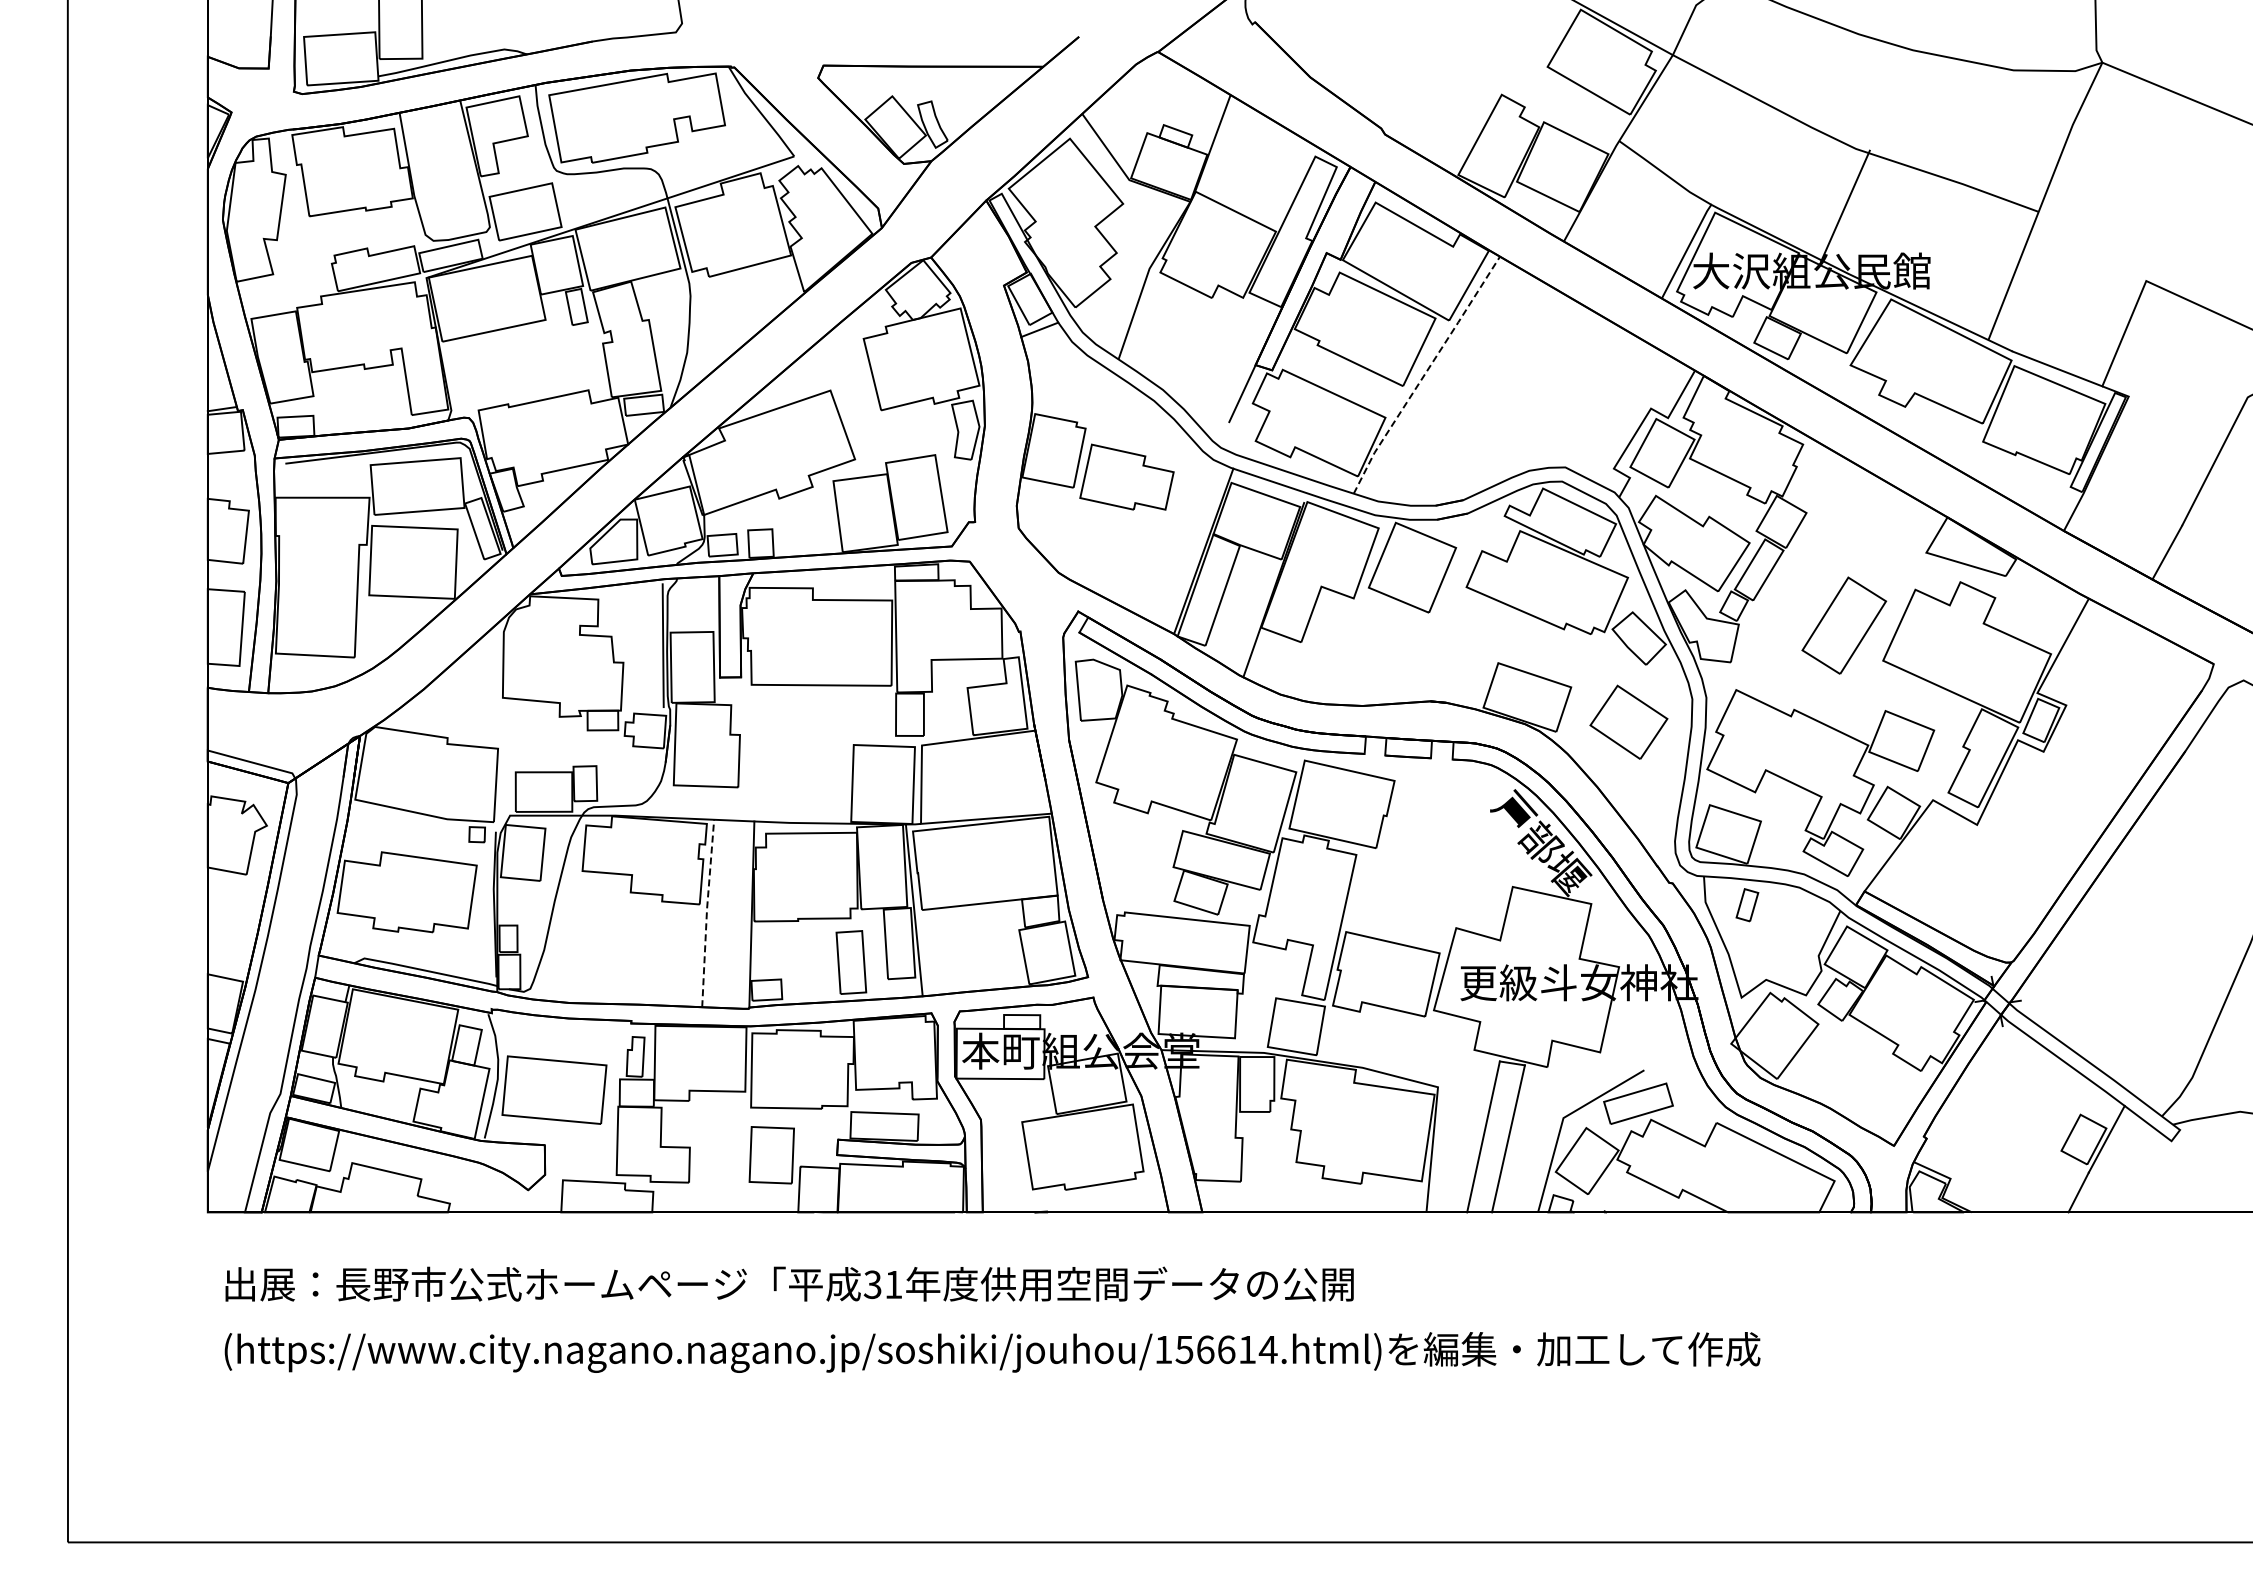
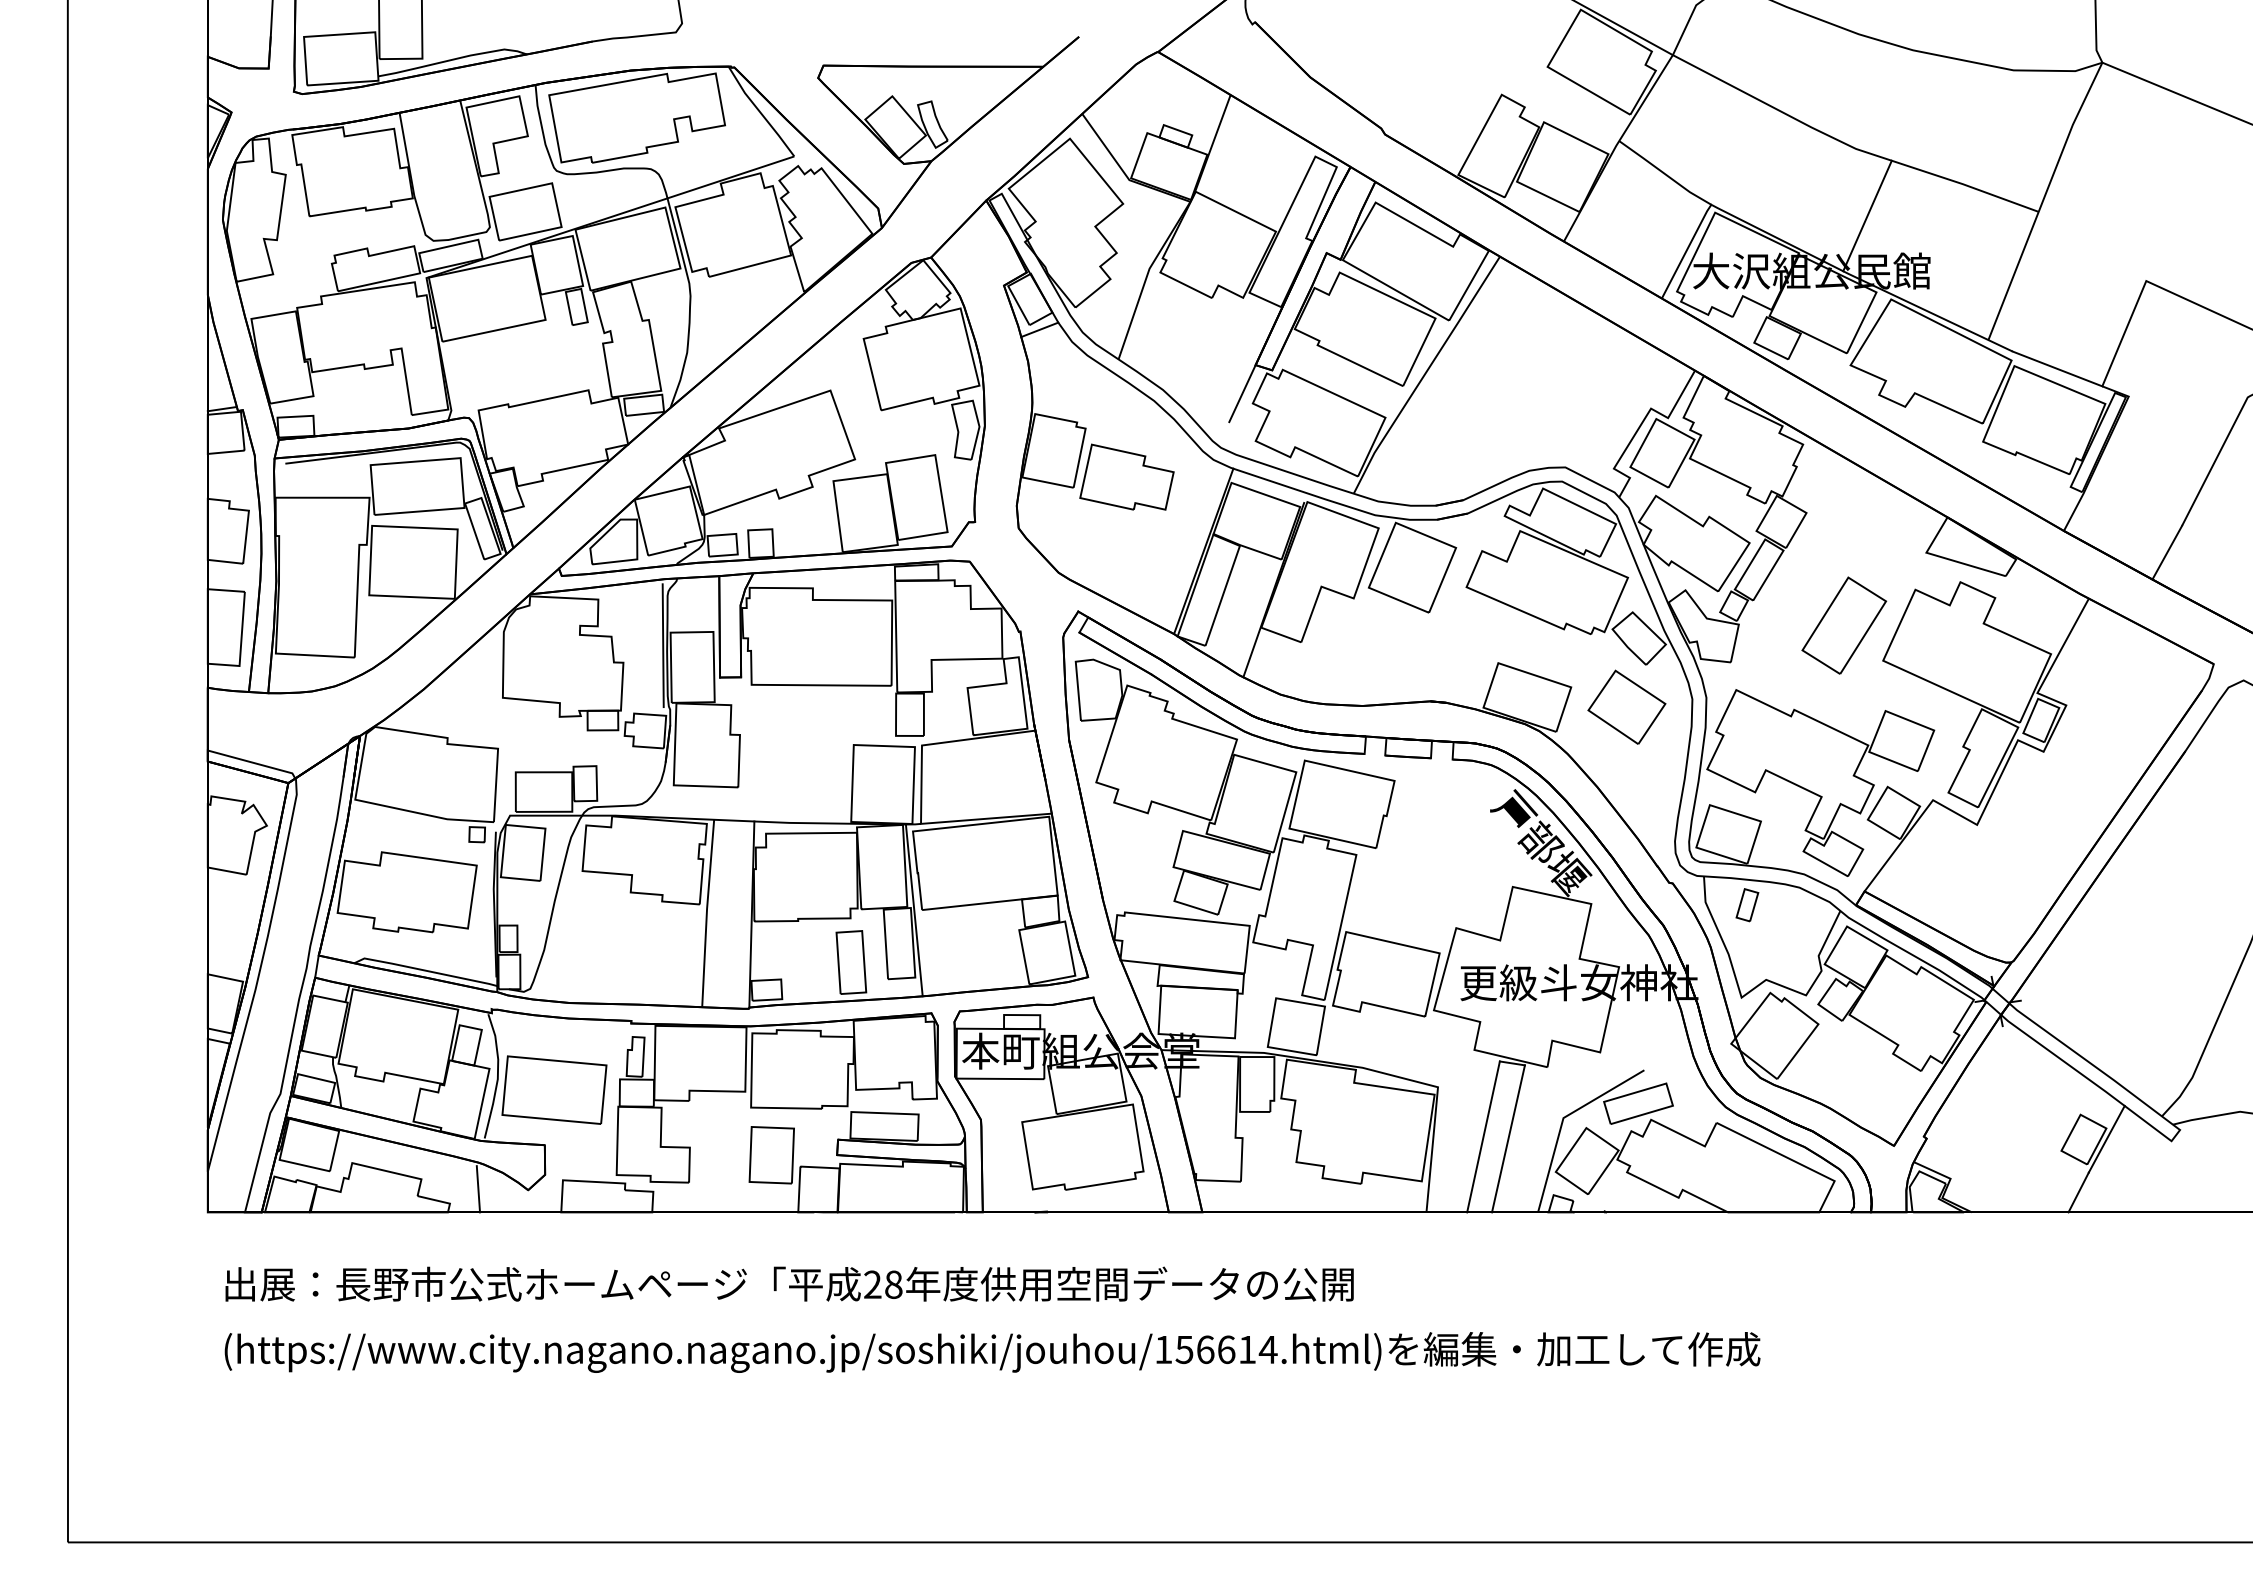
line at (1845, 205) position: (1845, 205) -> (1867, 215)
line at (1425, 374): dashed -> solid
part at (1628, 721) position: (1628, 721) -> (1626, 706)
line at (706, 912): dashed -> solid
line at (478, 1189): none -> present
text at (882, 1284): 31 -> 28
